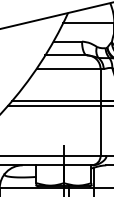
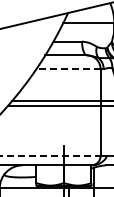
line at (68, 69): solid -> dashed
line at (50, 156): solid -> dashed
